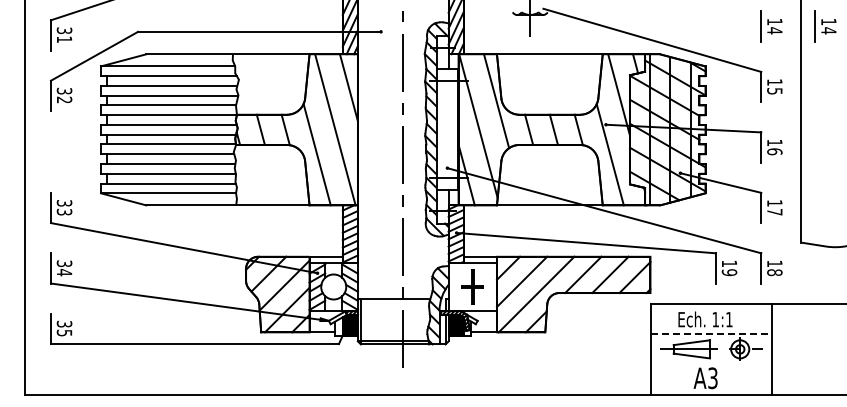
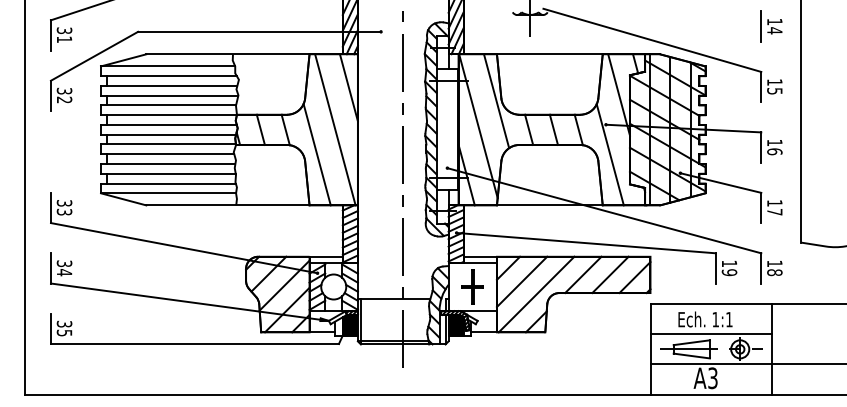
part at (825, 26): present -> none
line at (712, 334): dashed -> solid
line at (747, 364): none -> present
